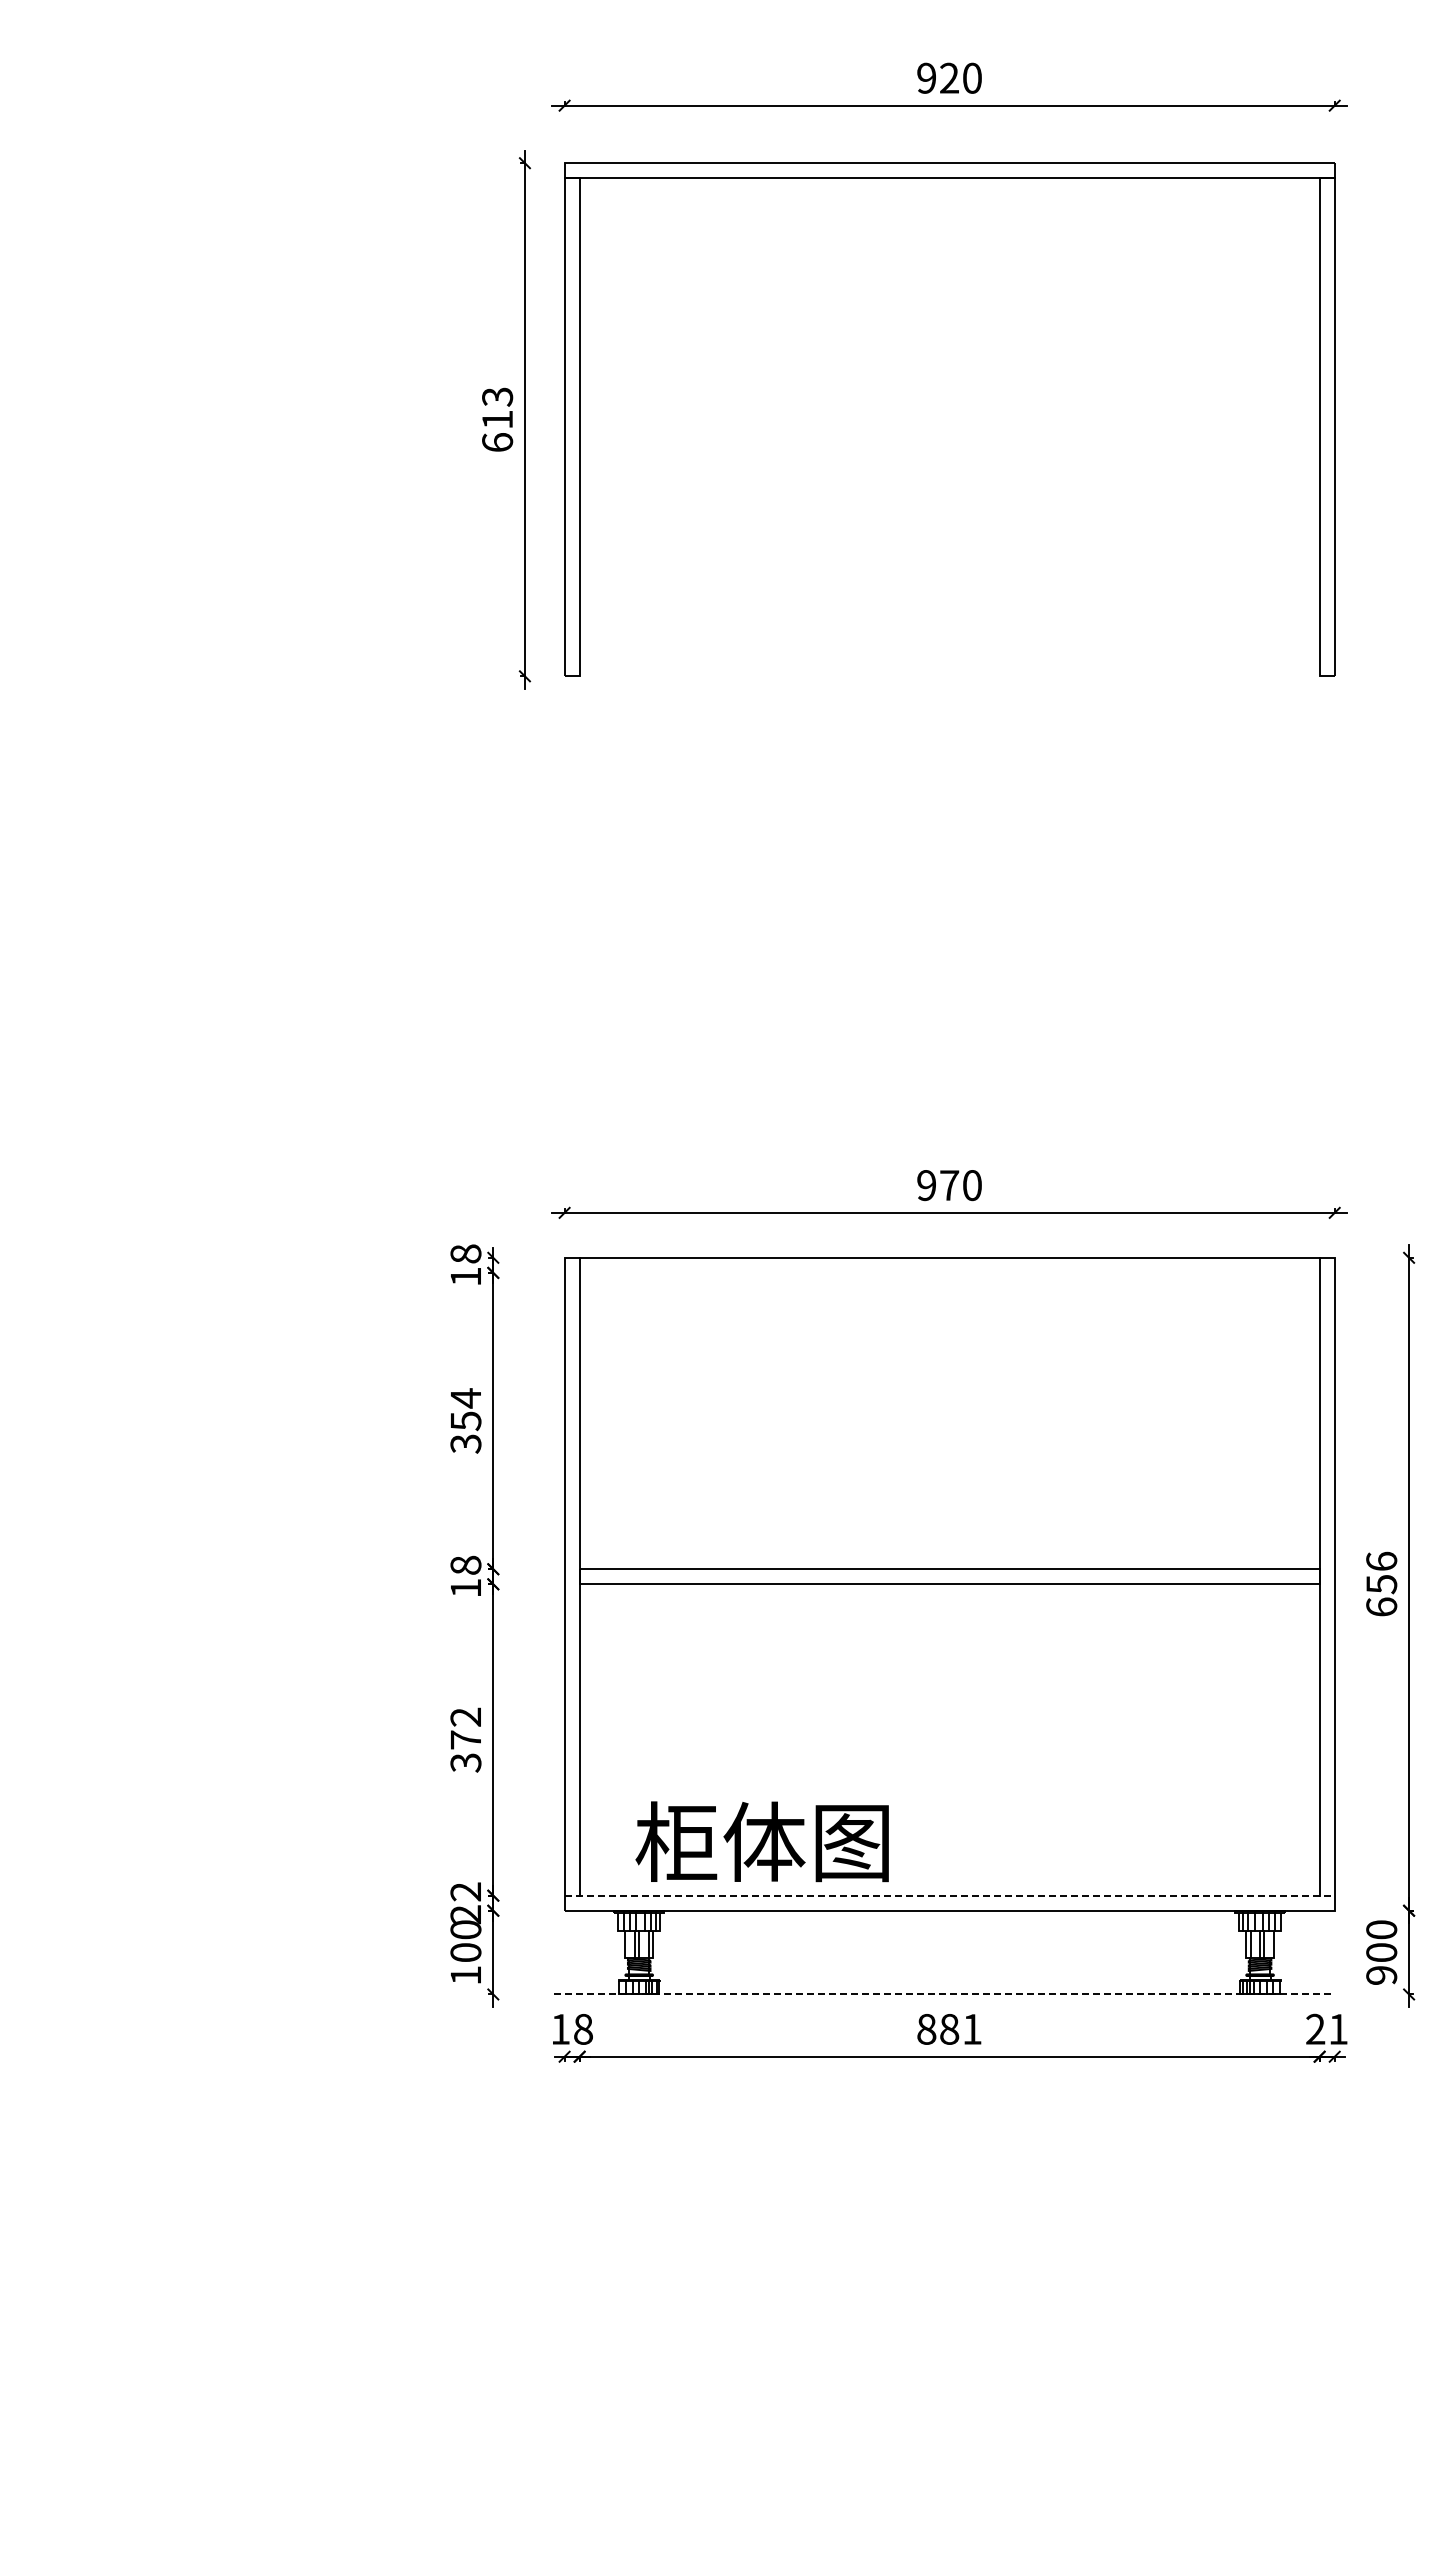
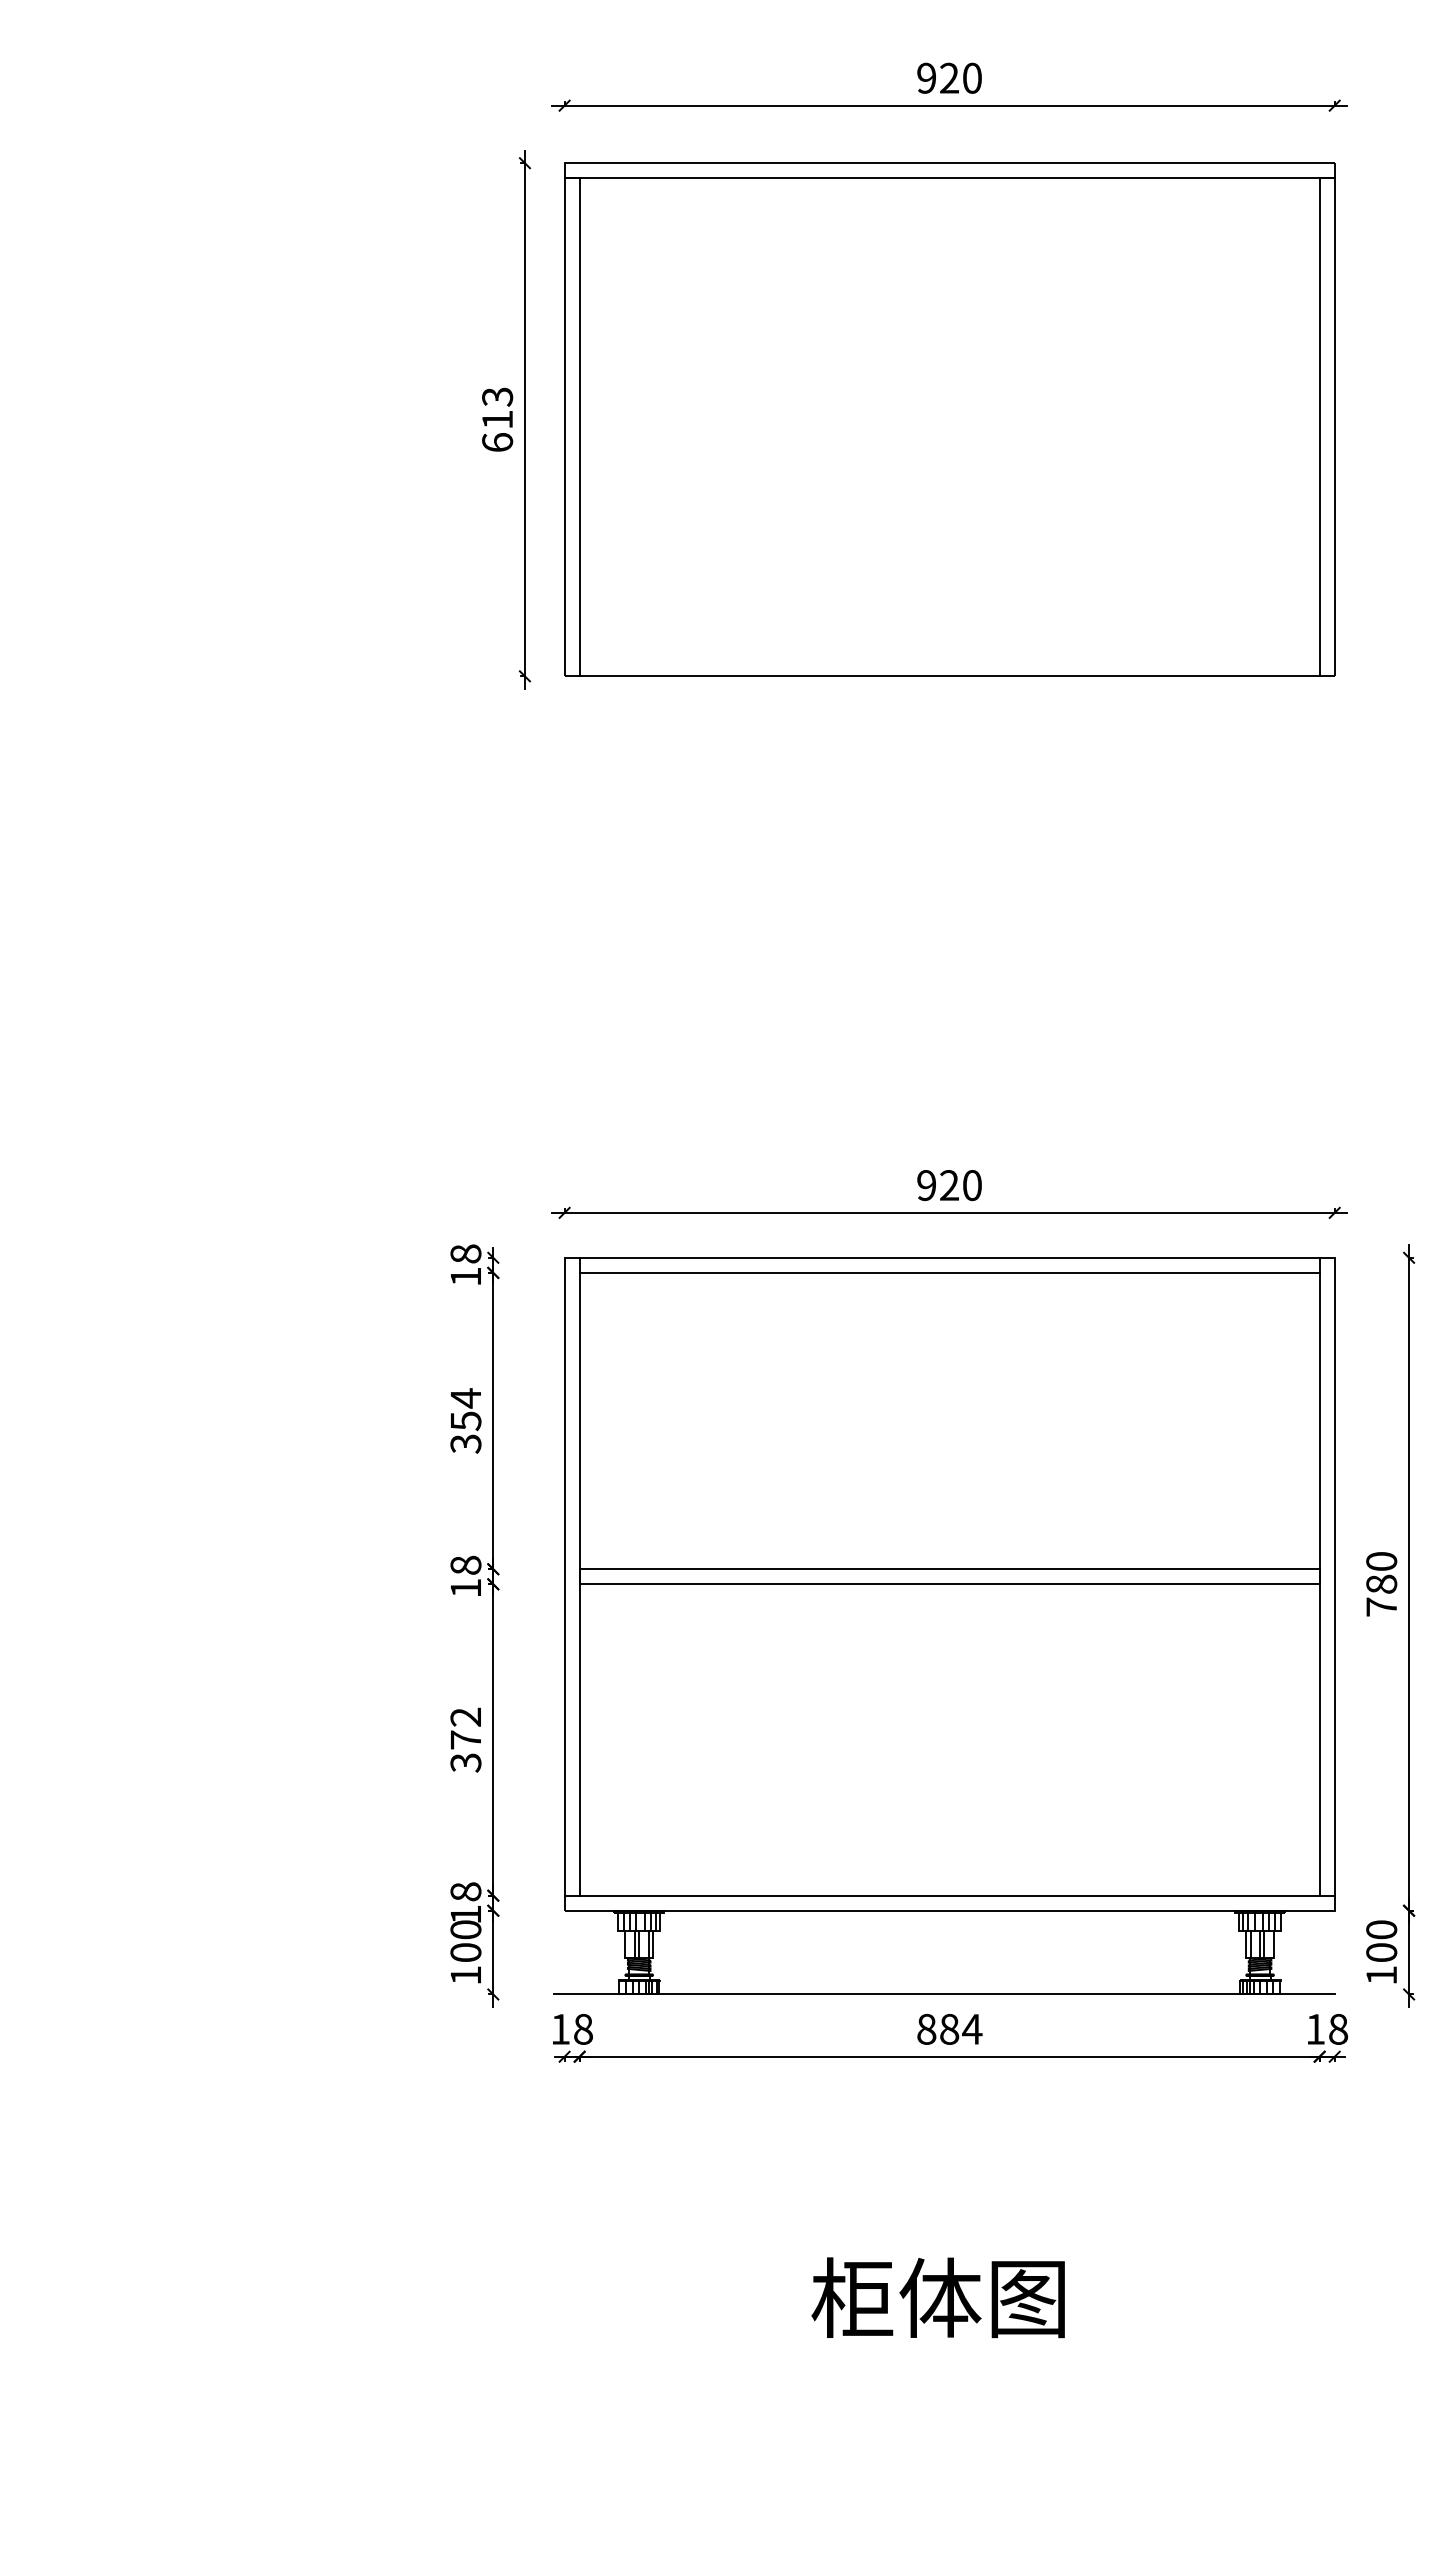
line at (949, 676): none -> present
text at (949, 1185): 970 -> 920
line at (949, 1272): none -> present
text at (1381, 1583): 656 -> 780
text at (761, 1841) position: (761, 1841) -> (937, 2297)
line at (950, 1895): dashed -> solid
text at (465, 1903): 22 -> 18
text at (1381, 1975): 900 -> 100
line at (944, 1994): dashed -> solid
text at (1327, 2028): 21 -> 18
text at (972, 2029): 881 -> 884
